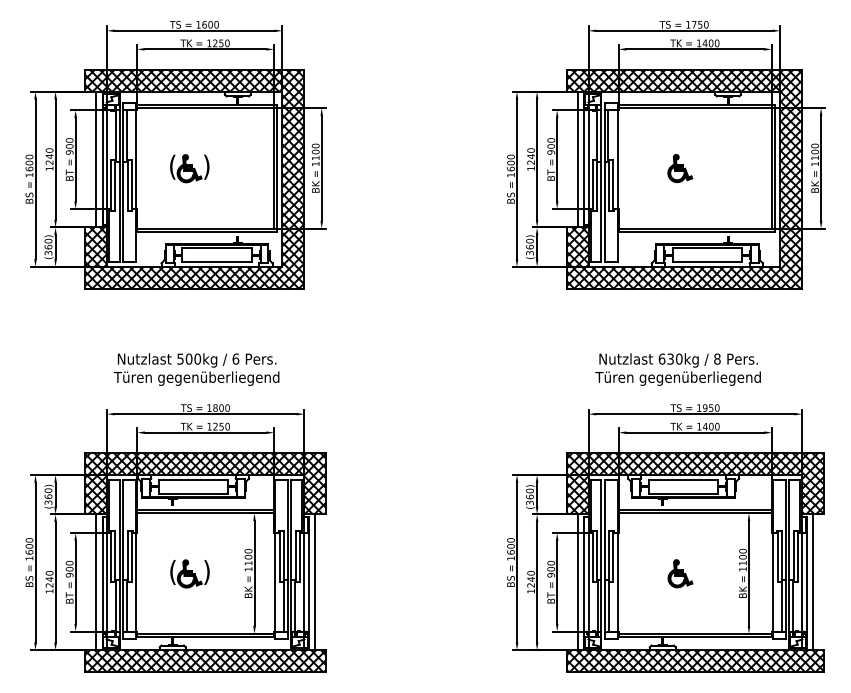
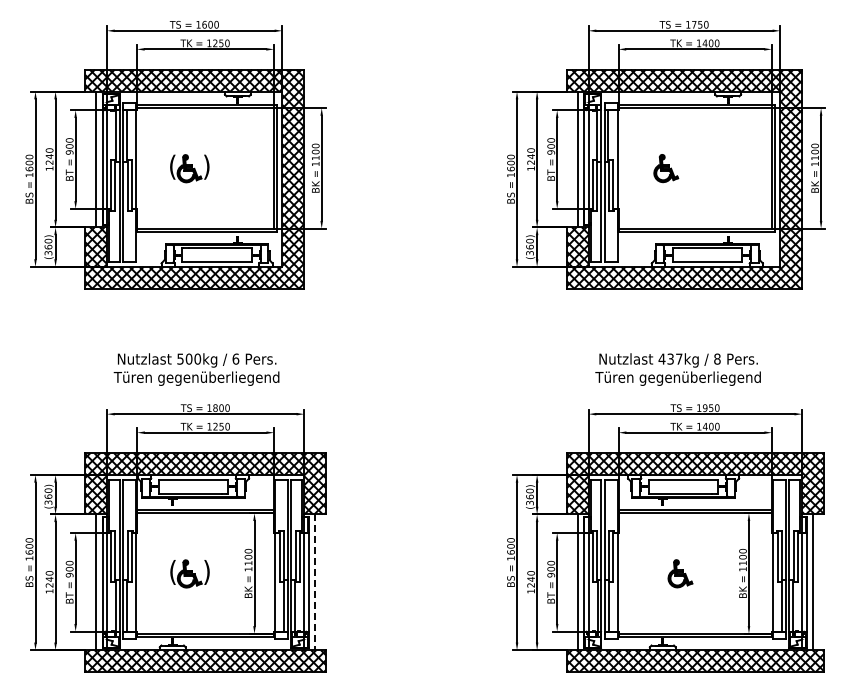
part at (680, 168) position: (680, 168) -> (666, 168)
text at (670, 358): 630kg -> 437kg
line at (315, 582): solid -> dashed
